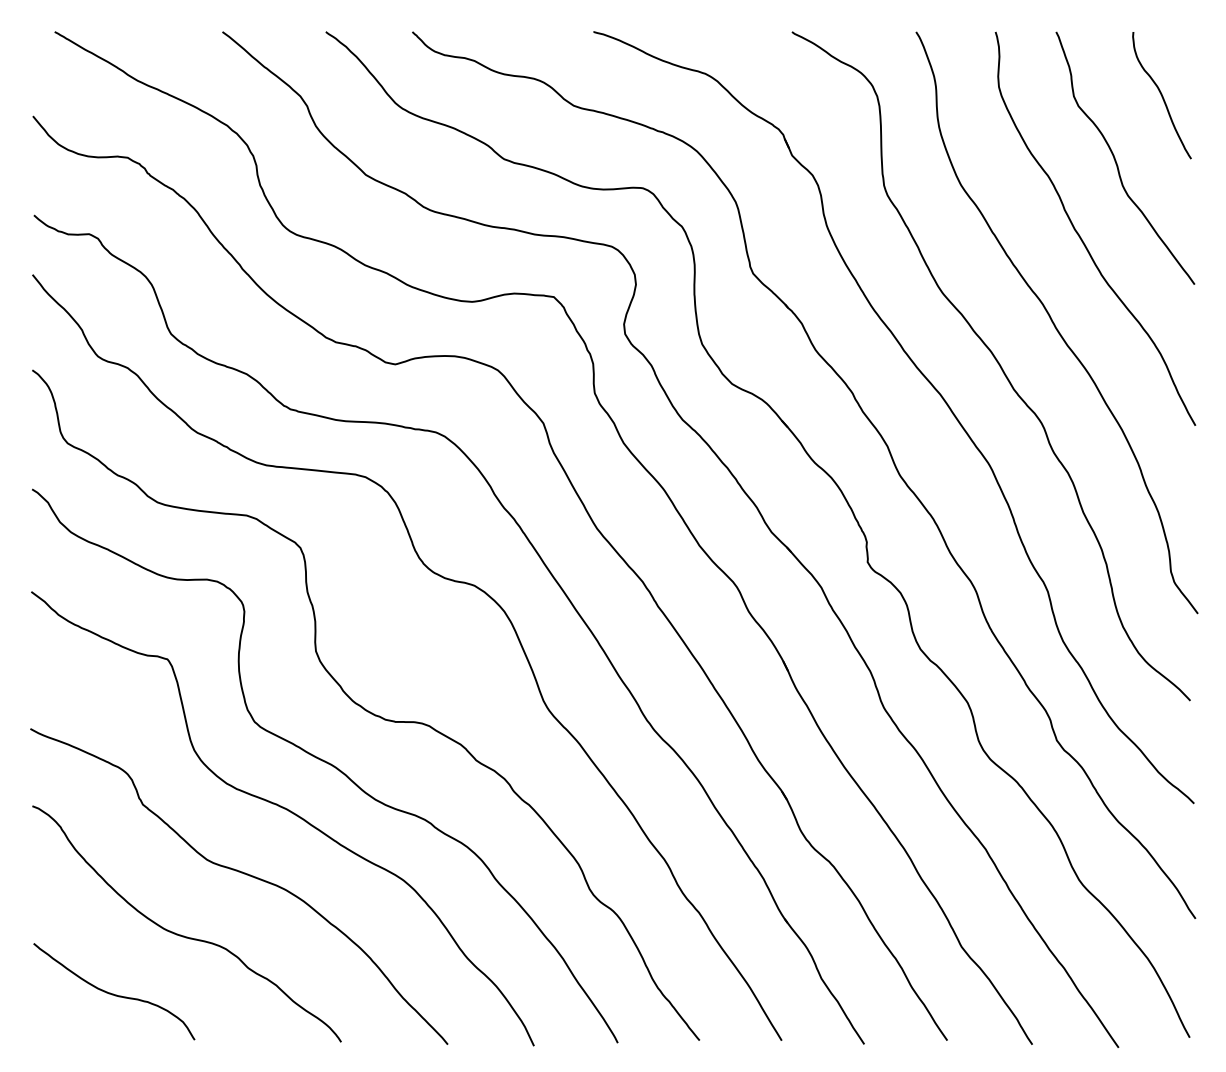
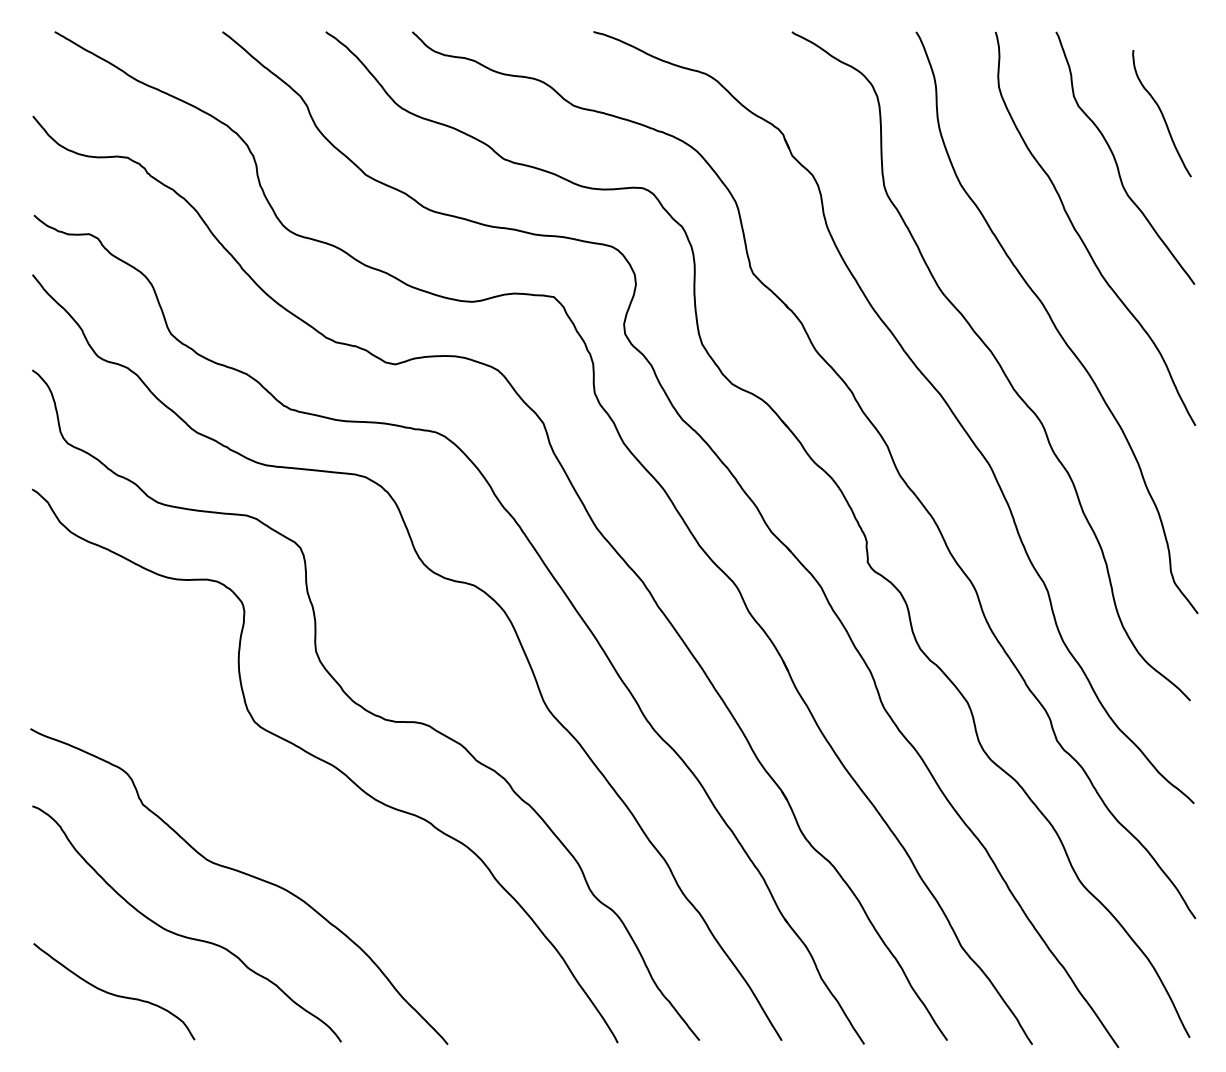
curve at (1161, 95) position: (1161, 95) -> (1161, 113)
curve at (286, 810): present -> none
